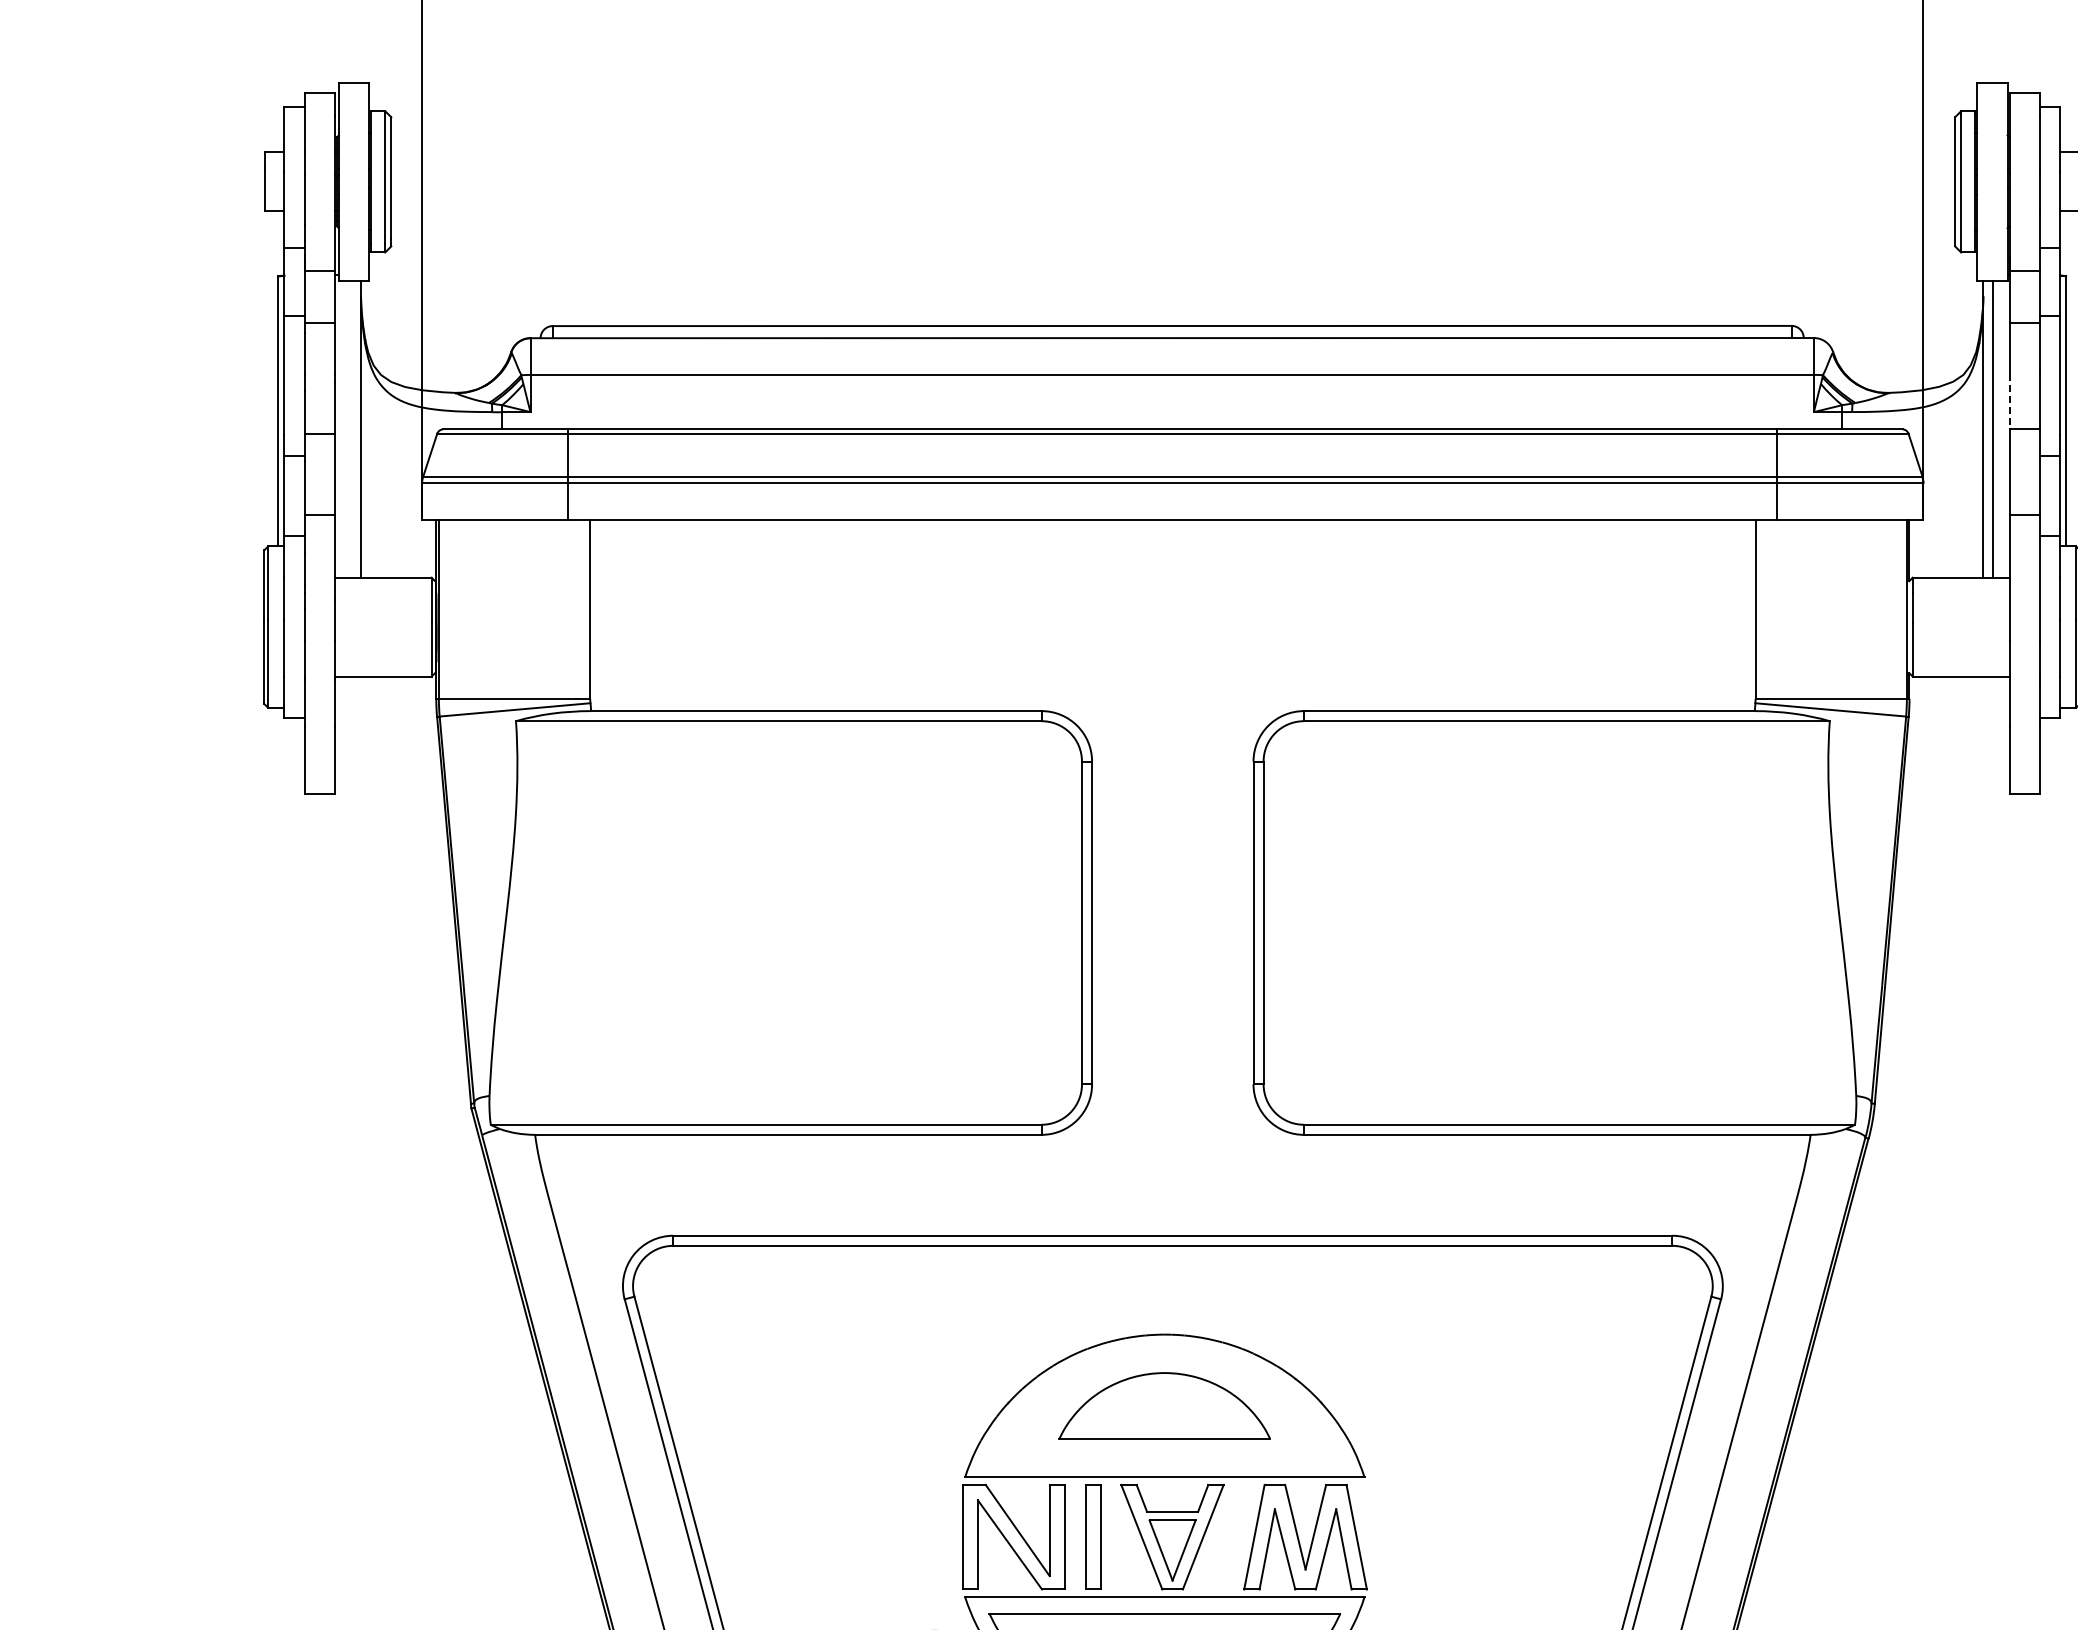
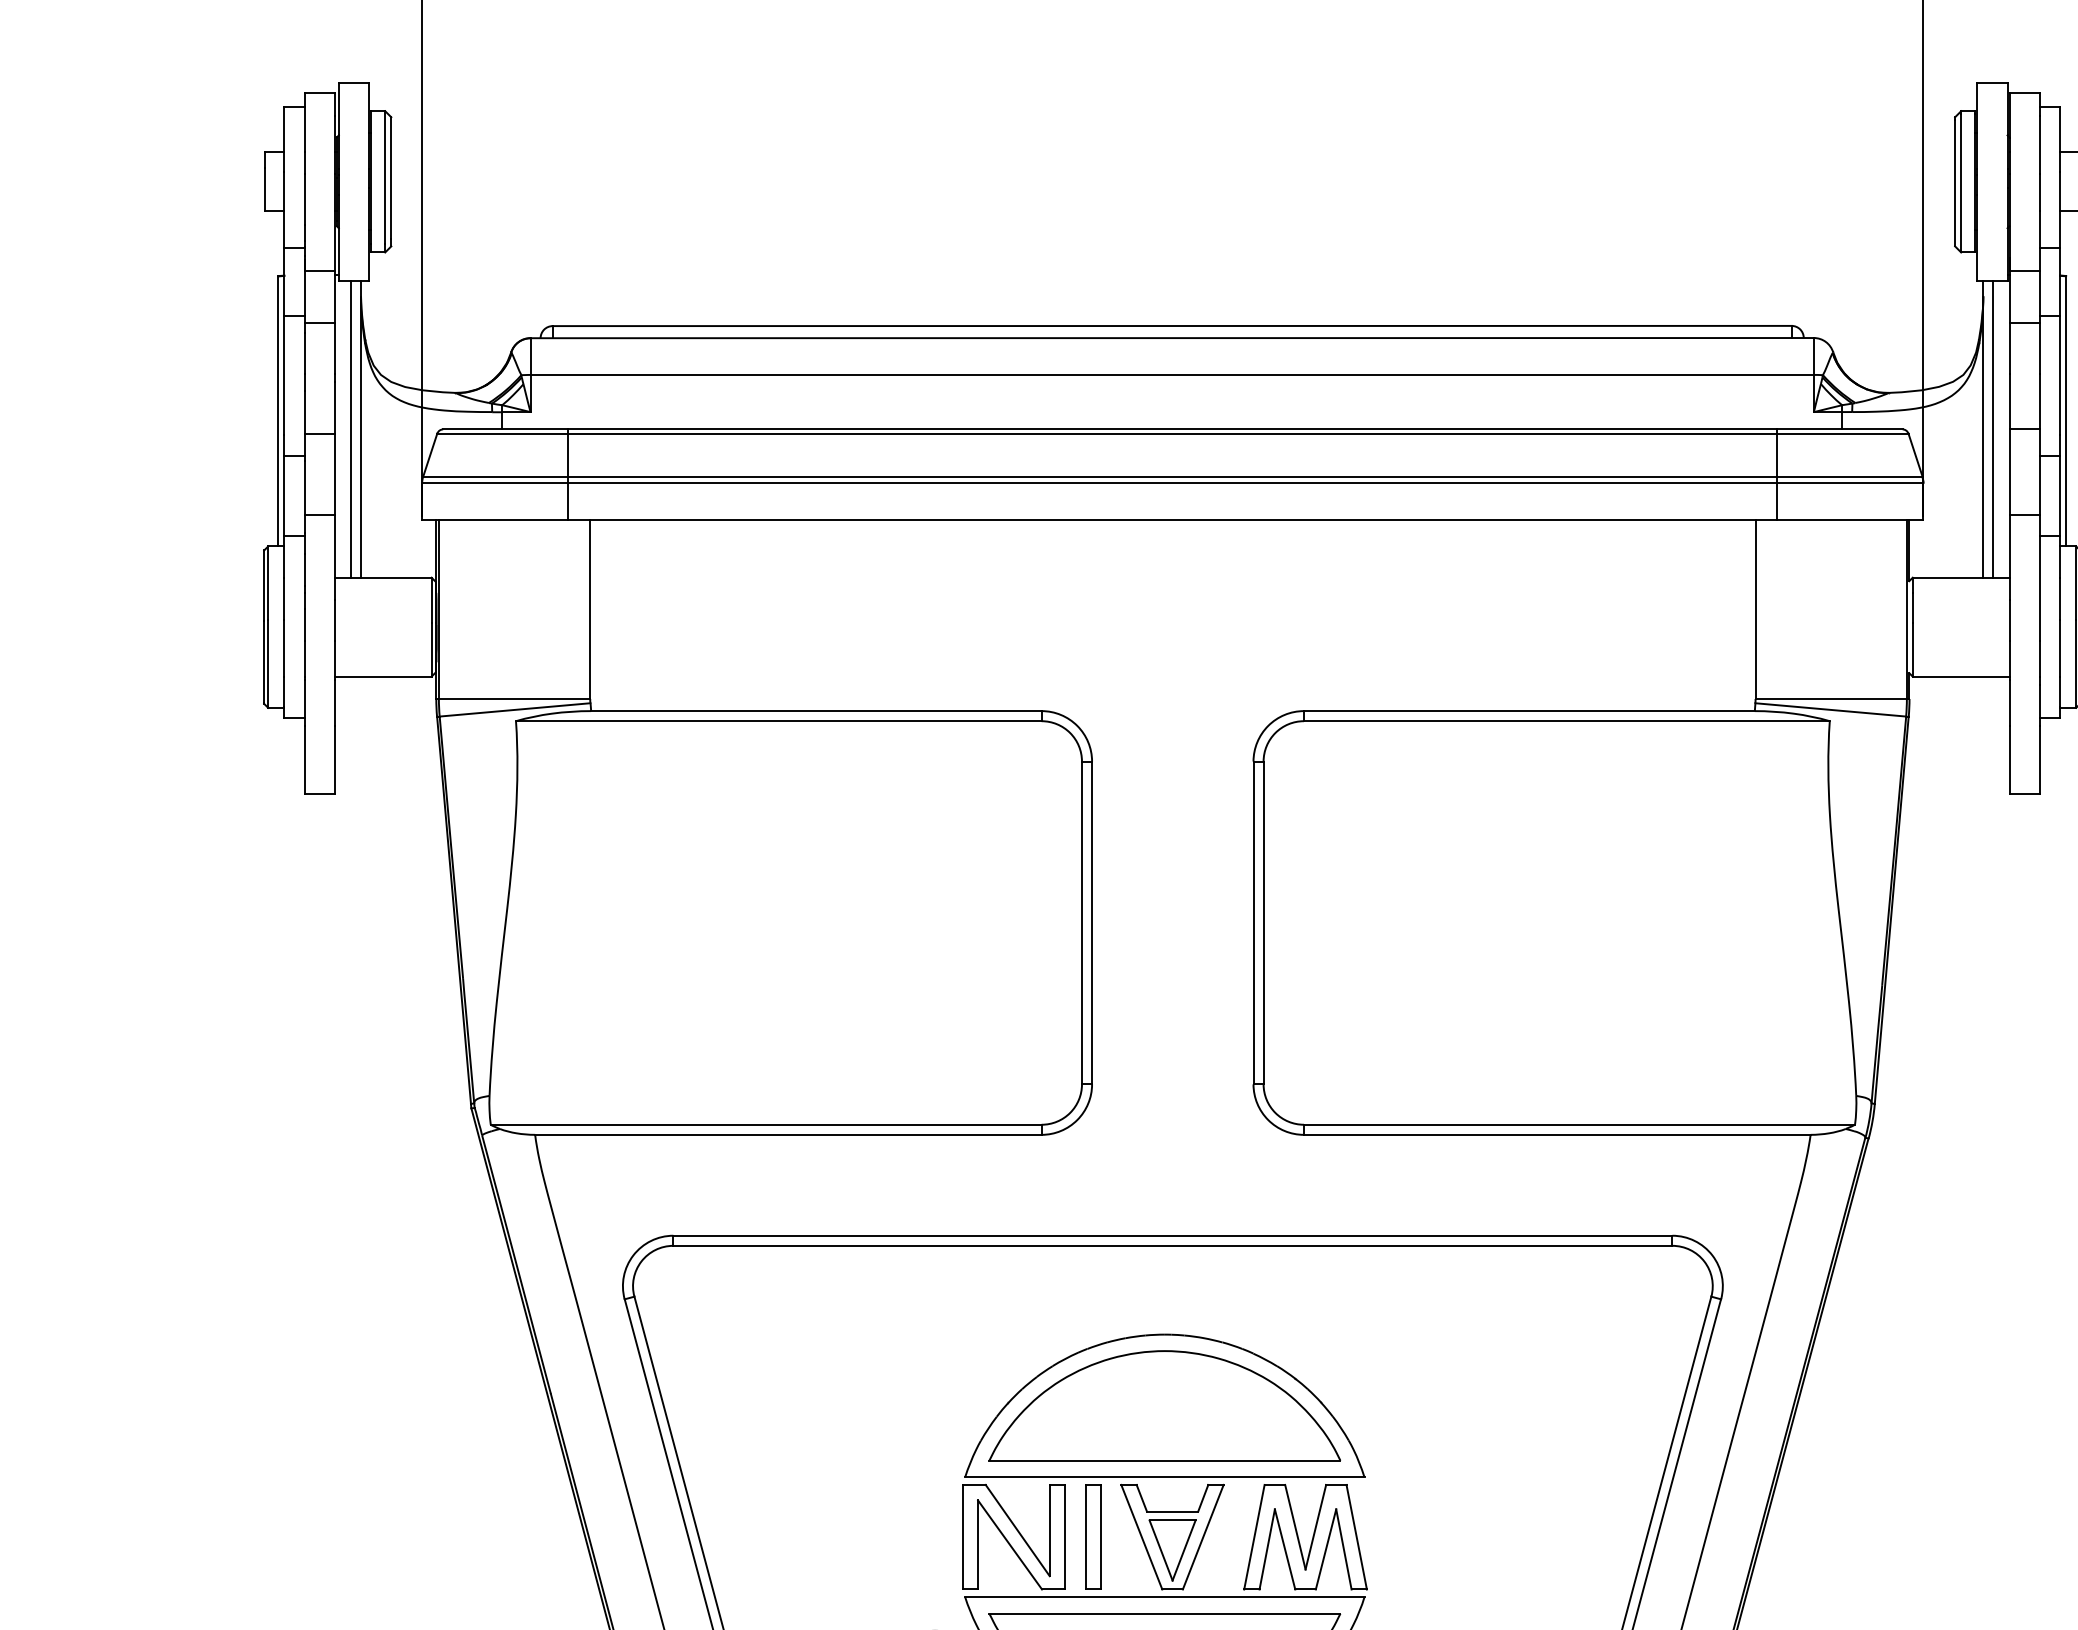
line at (2009, 401): dashed -> solid
line at (350, 428): none -> present
part at (1164, 1405) size: 213x68 px -> 353x112 px
